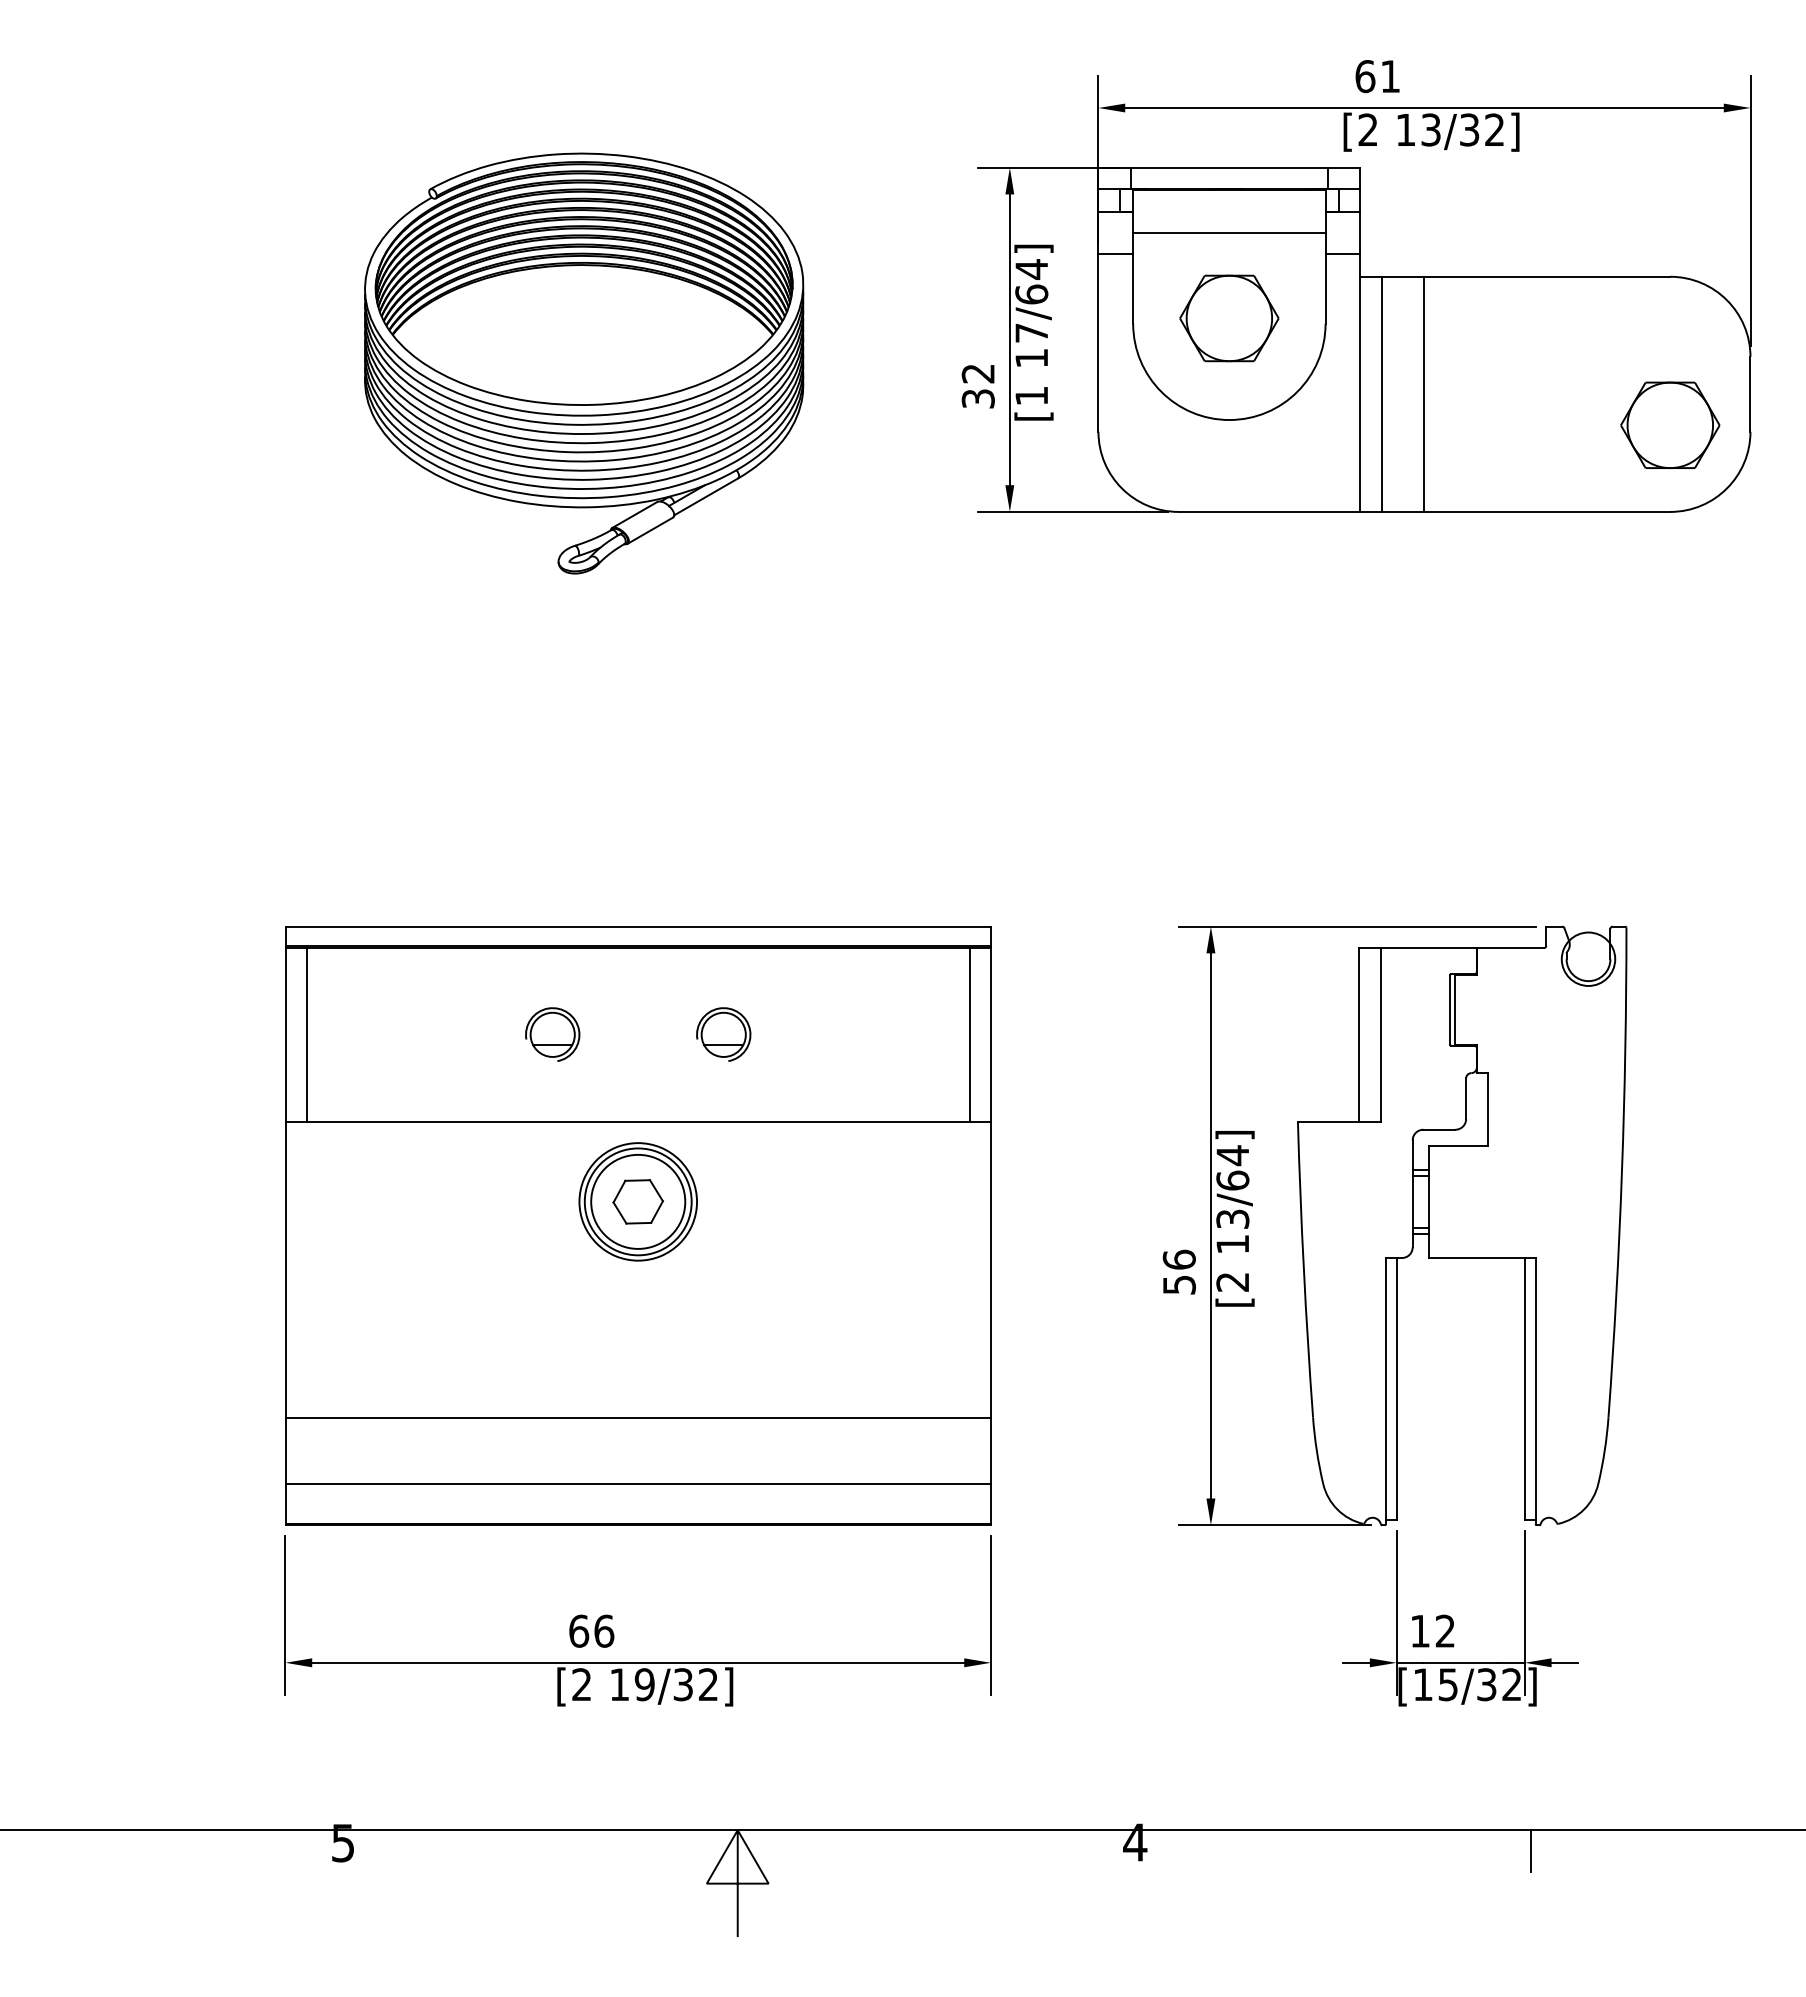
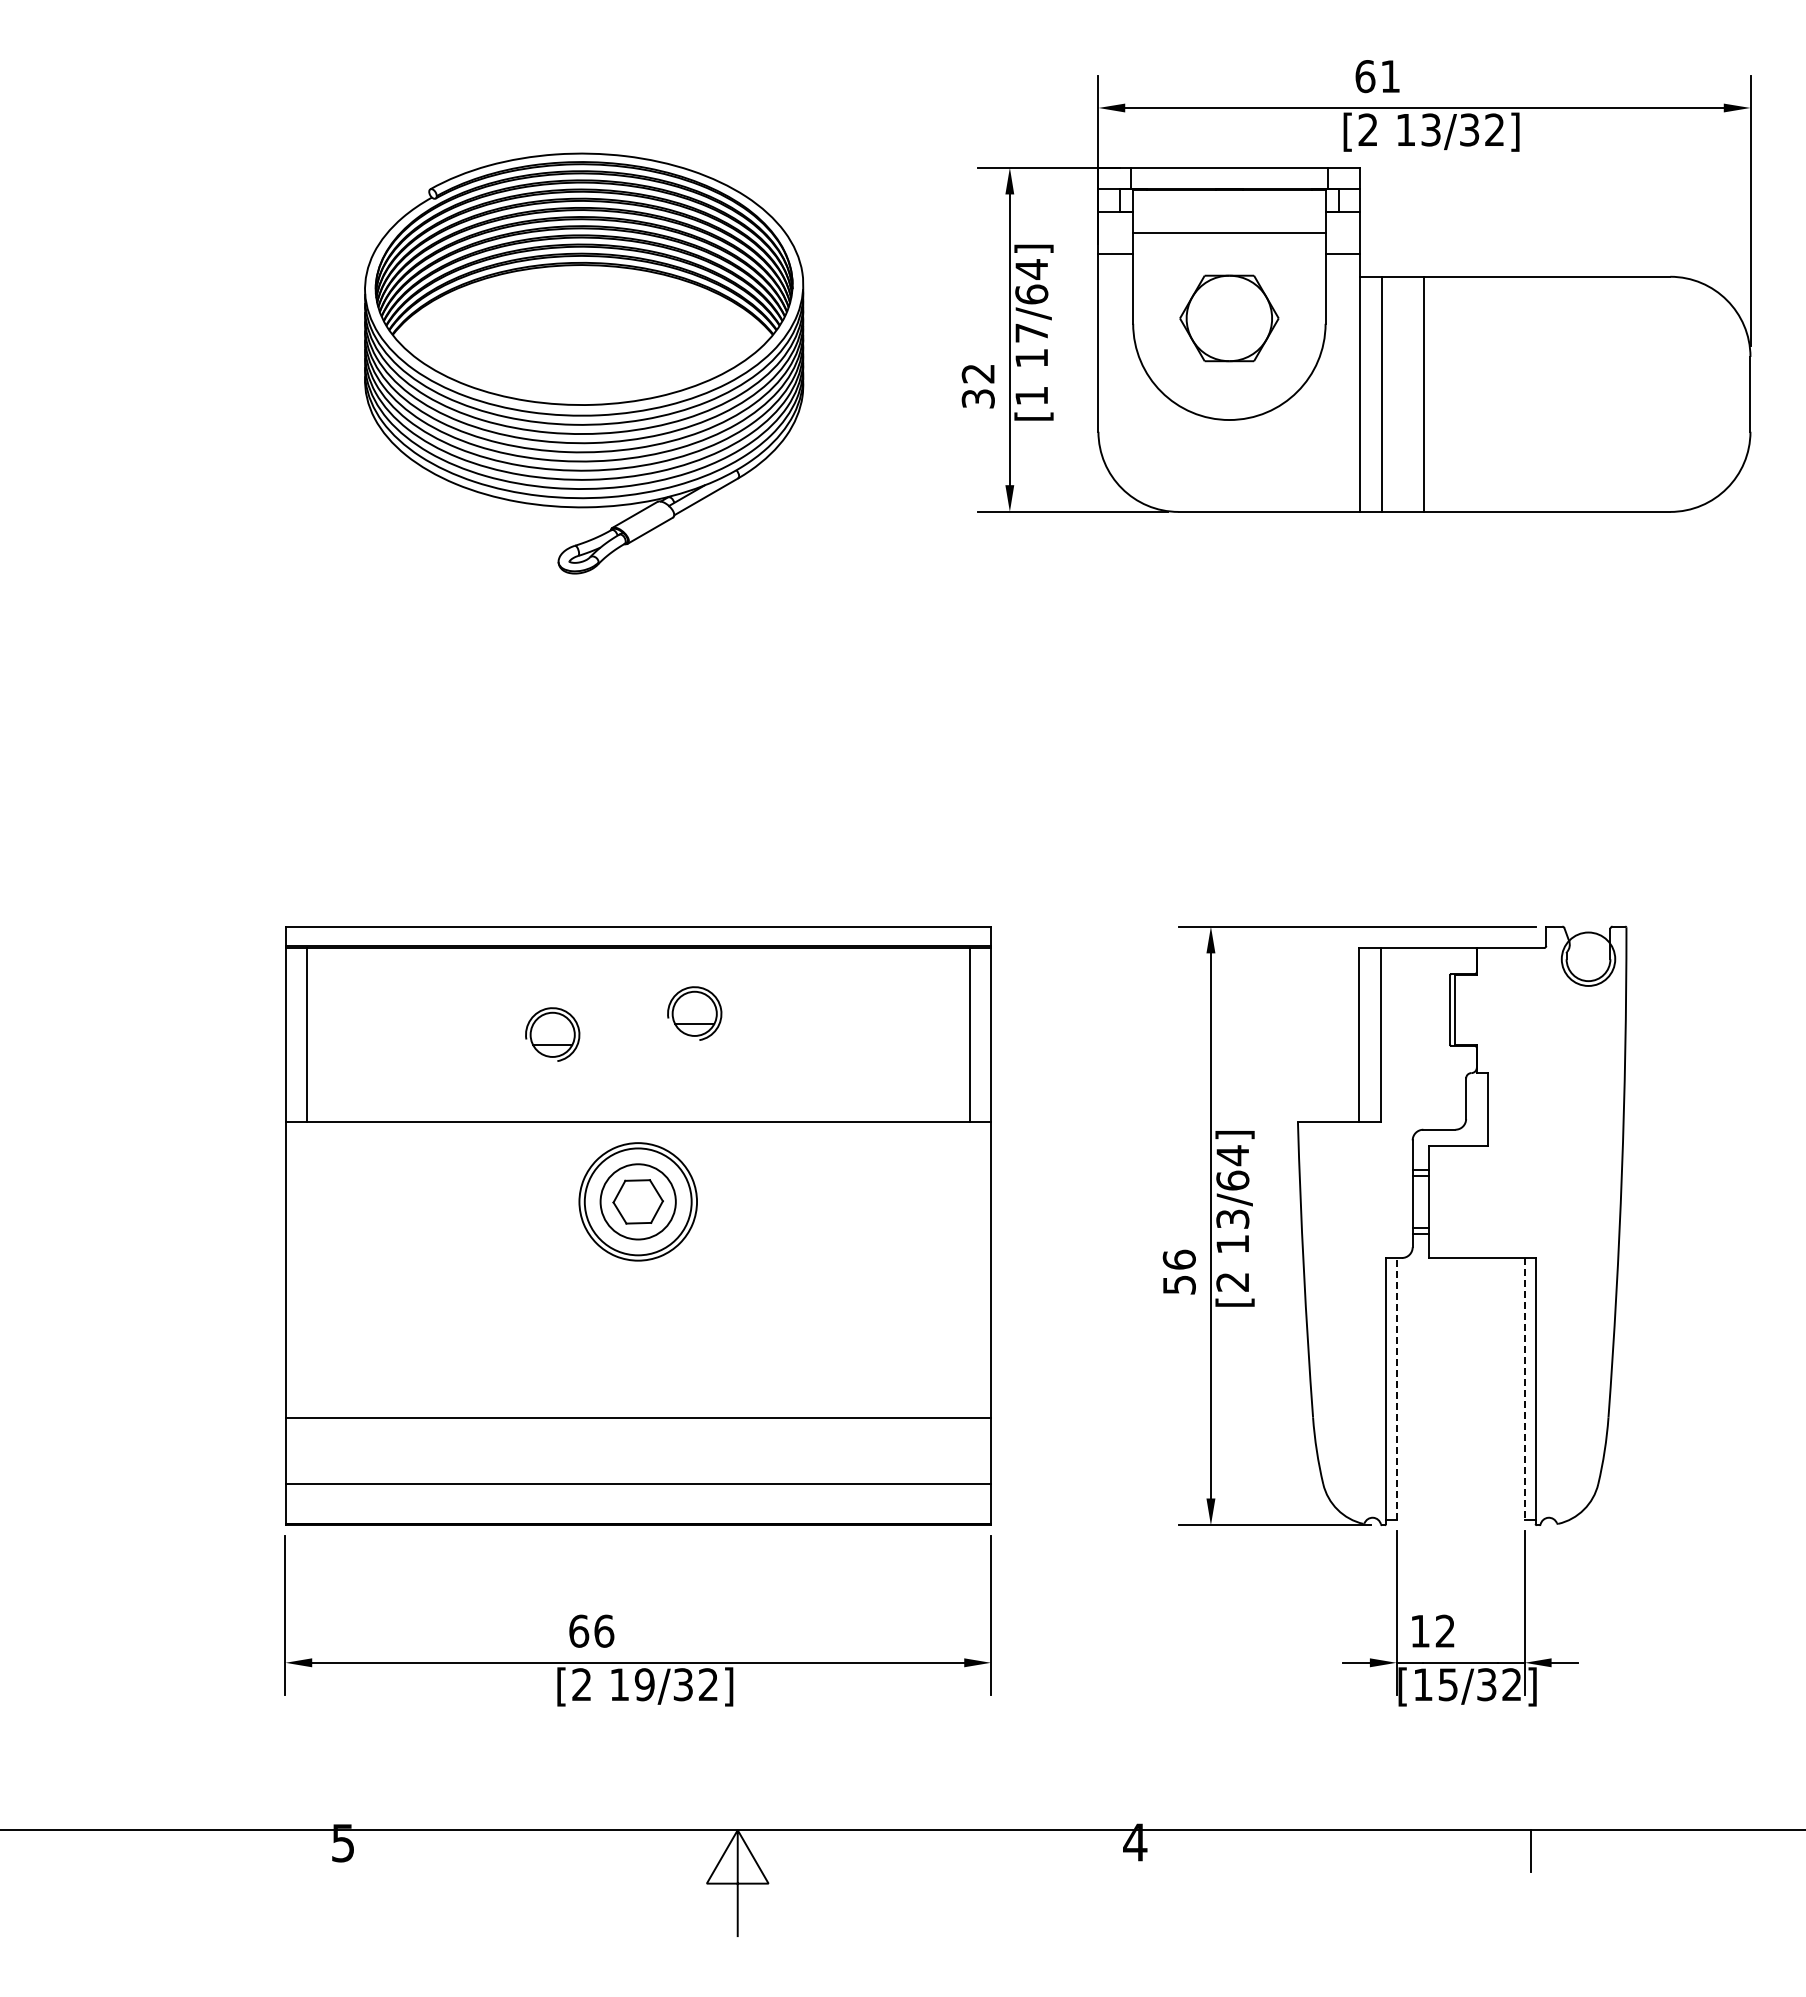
part at (1670, 425): present -> none
part at (723, 1034) position: (723, 1034) -> (694, 1013)
circle at (638, 1201) diameter: 94 px -> 75 px
line at (1396, 1388): solid -> dashed
line at (1524, 1388): solid -> dashed
